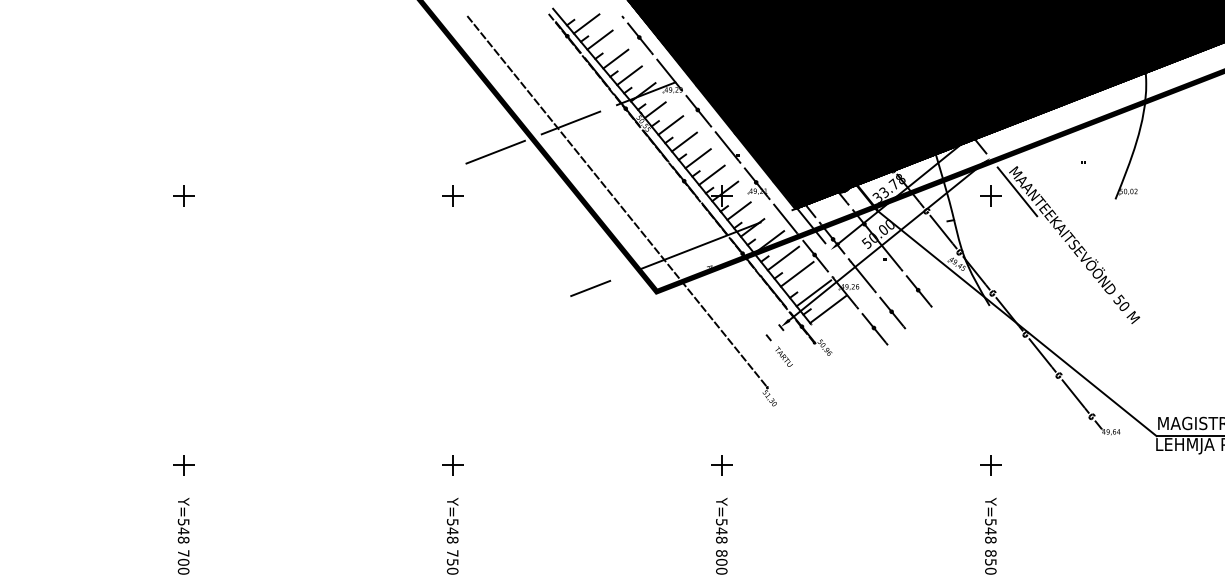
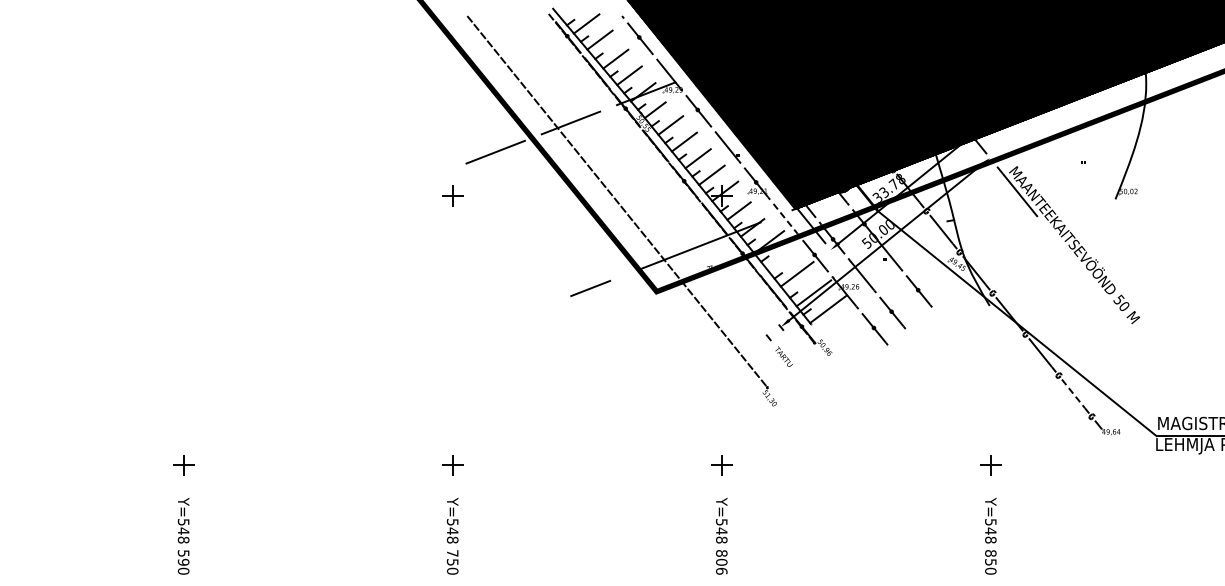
part at (183, 195): present -> none
part at (990, 195): present -> none
line at (785, 218): solid -> dashed
line at (783, 258): present -> none
line at (1073, 394): solid -> dashed
text at (183, 557): 700 -> 590
text at (721, 571): 800 -> 806
